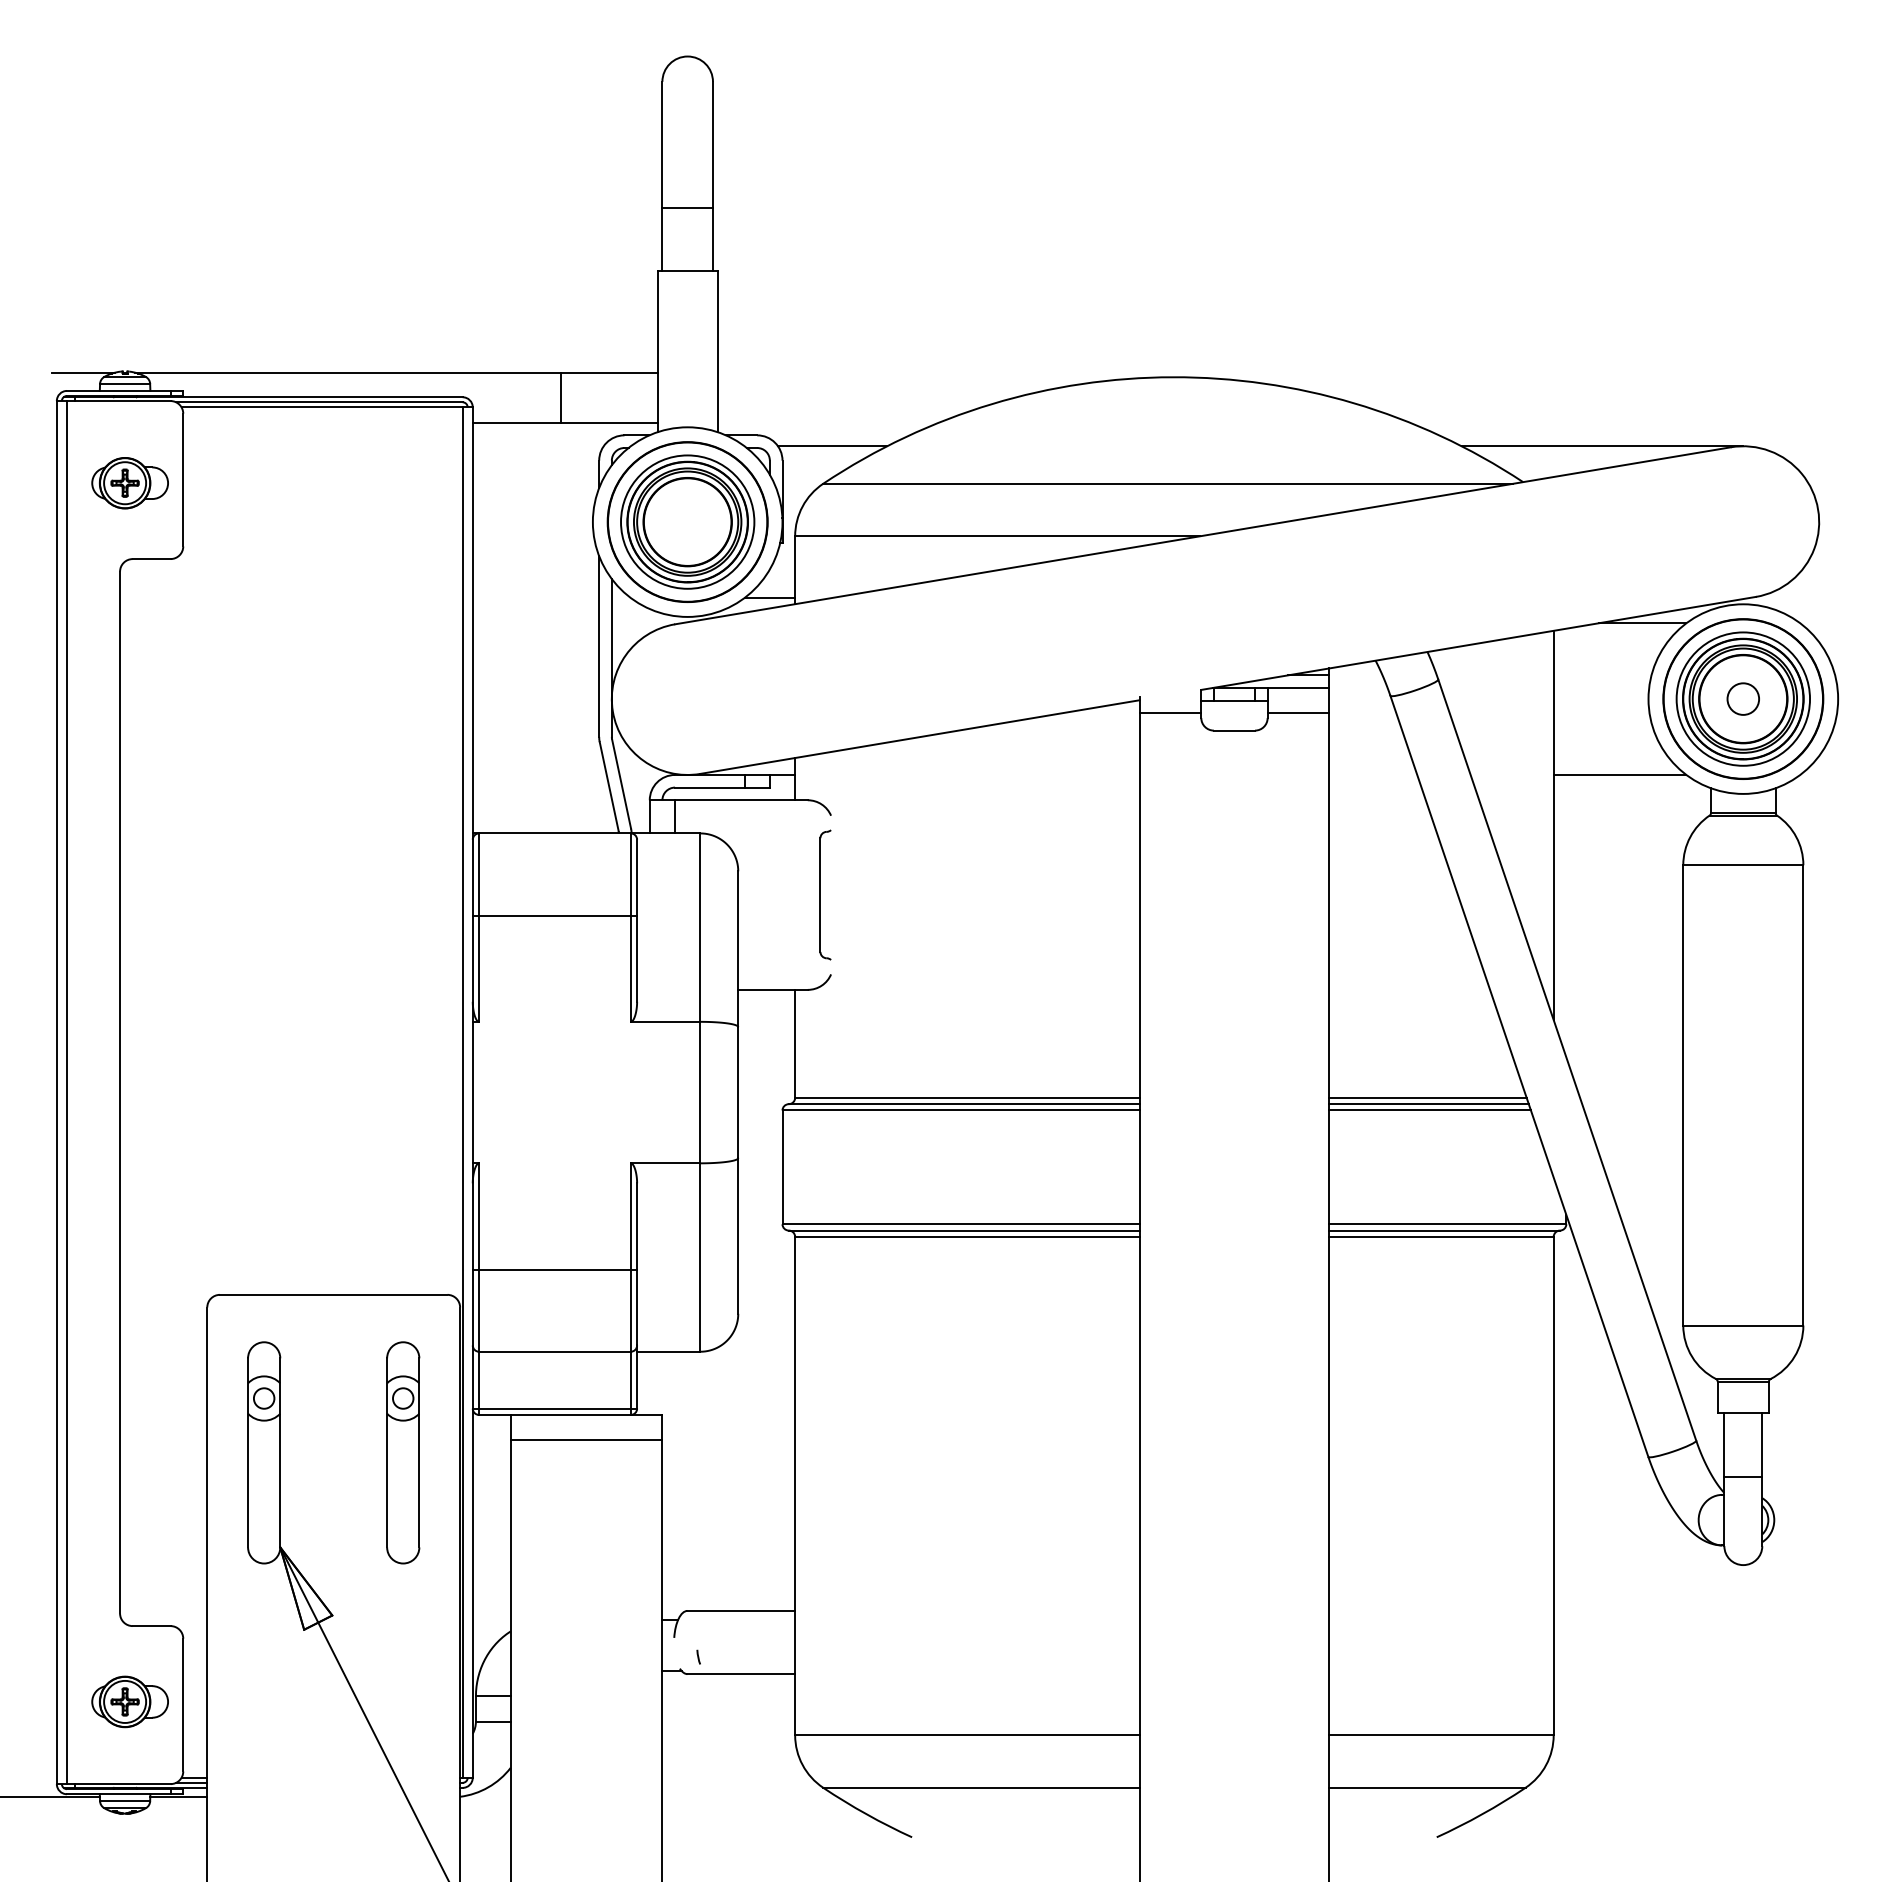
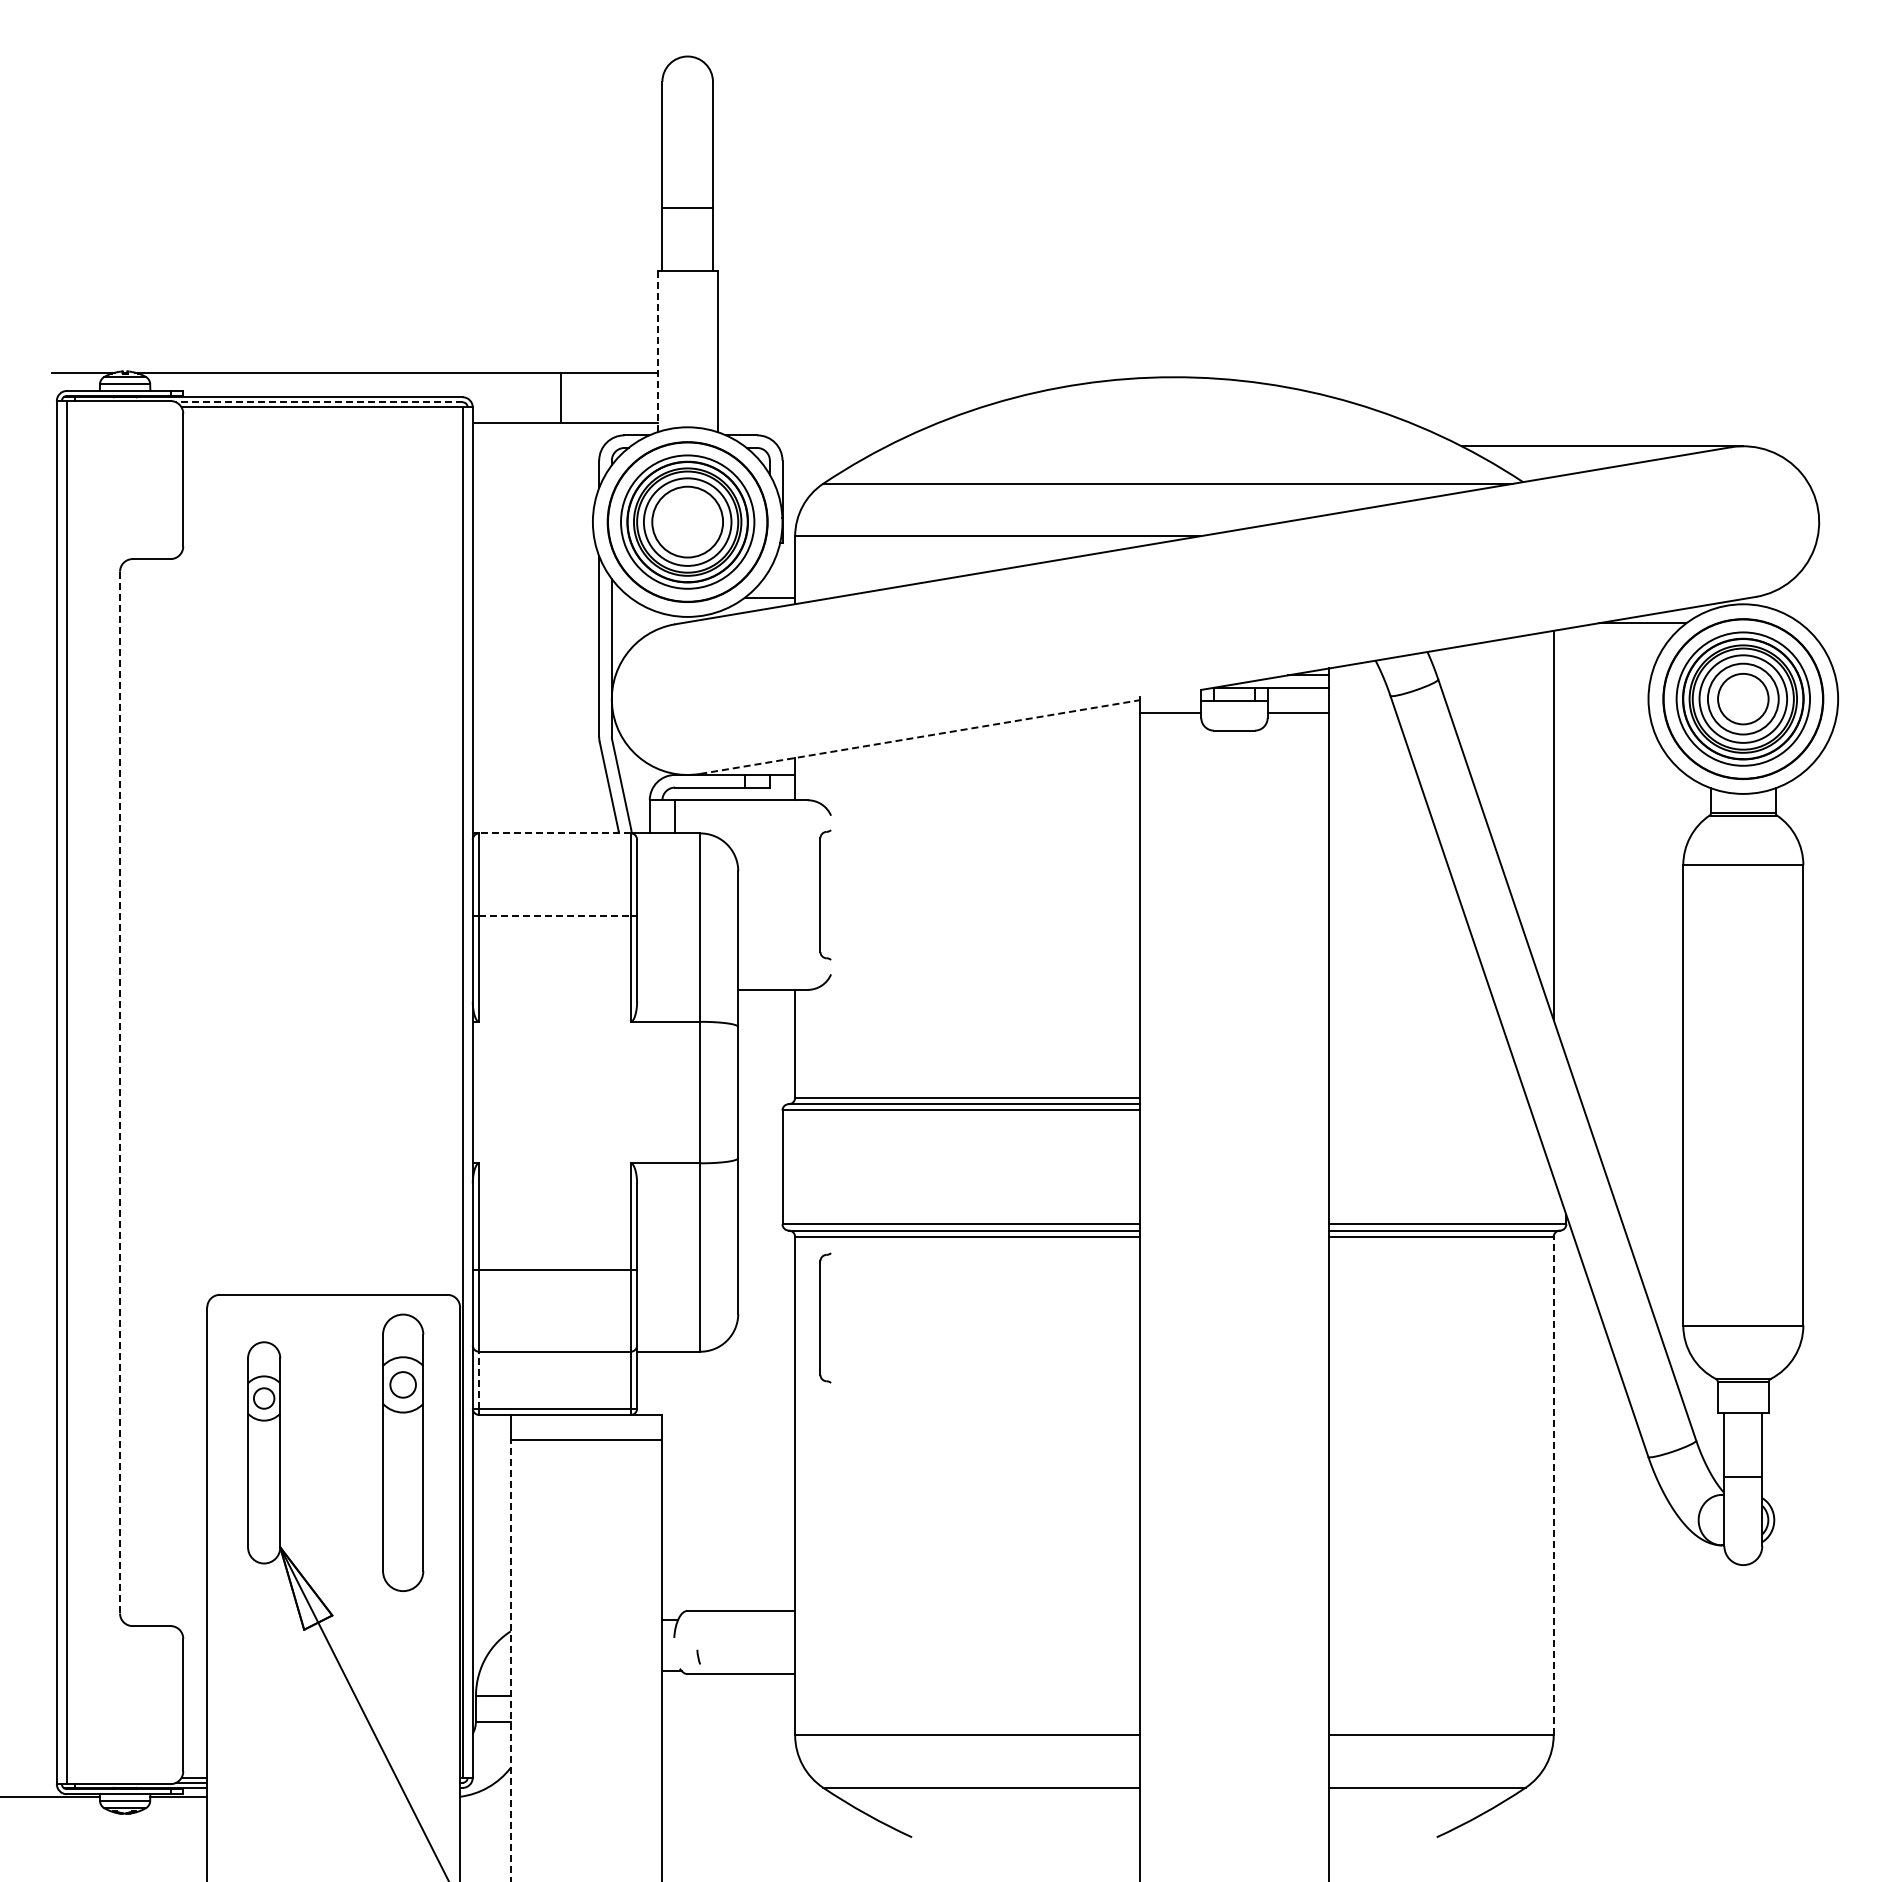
line at (657, 351): solid -> dashed
line at (318, 402): solid -> dashed
line at (832, 446): present -> none
part at (129, 483): present -> none
circle at (687, 521) diameter: 88 px -> 71 px
circle at (1743, 698) diameter: 32 px -> 51 px
circle at (1743, 698) diameter: 88 px -> 71 px
line at (919, 737): solid -> dashed
line at (1619, 774): present -> none
line at (554, 833): solid -> dashed
line at (554, 915): solid -> dashed
line at (120, 1092): solid -> dashed
line at (1427, 1097): present -> none
line at (1428, 1104): present -> none
line at (1429, 1110): present -> none
part at (825, 1317): none -> present
line at (479, 1379): solid -> dashed
part at (403, 1452) size: 35x224 px -> 43x279 px
line at (1553, 1485): solid -> dashed
line at (510, 1660): solid -> dashed
part at (129, 1701): present -> none
